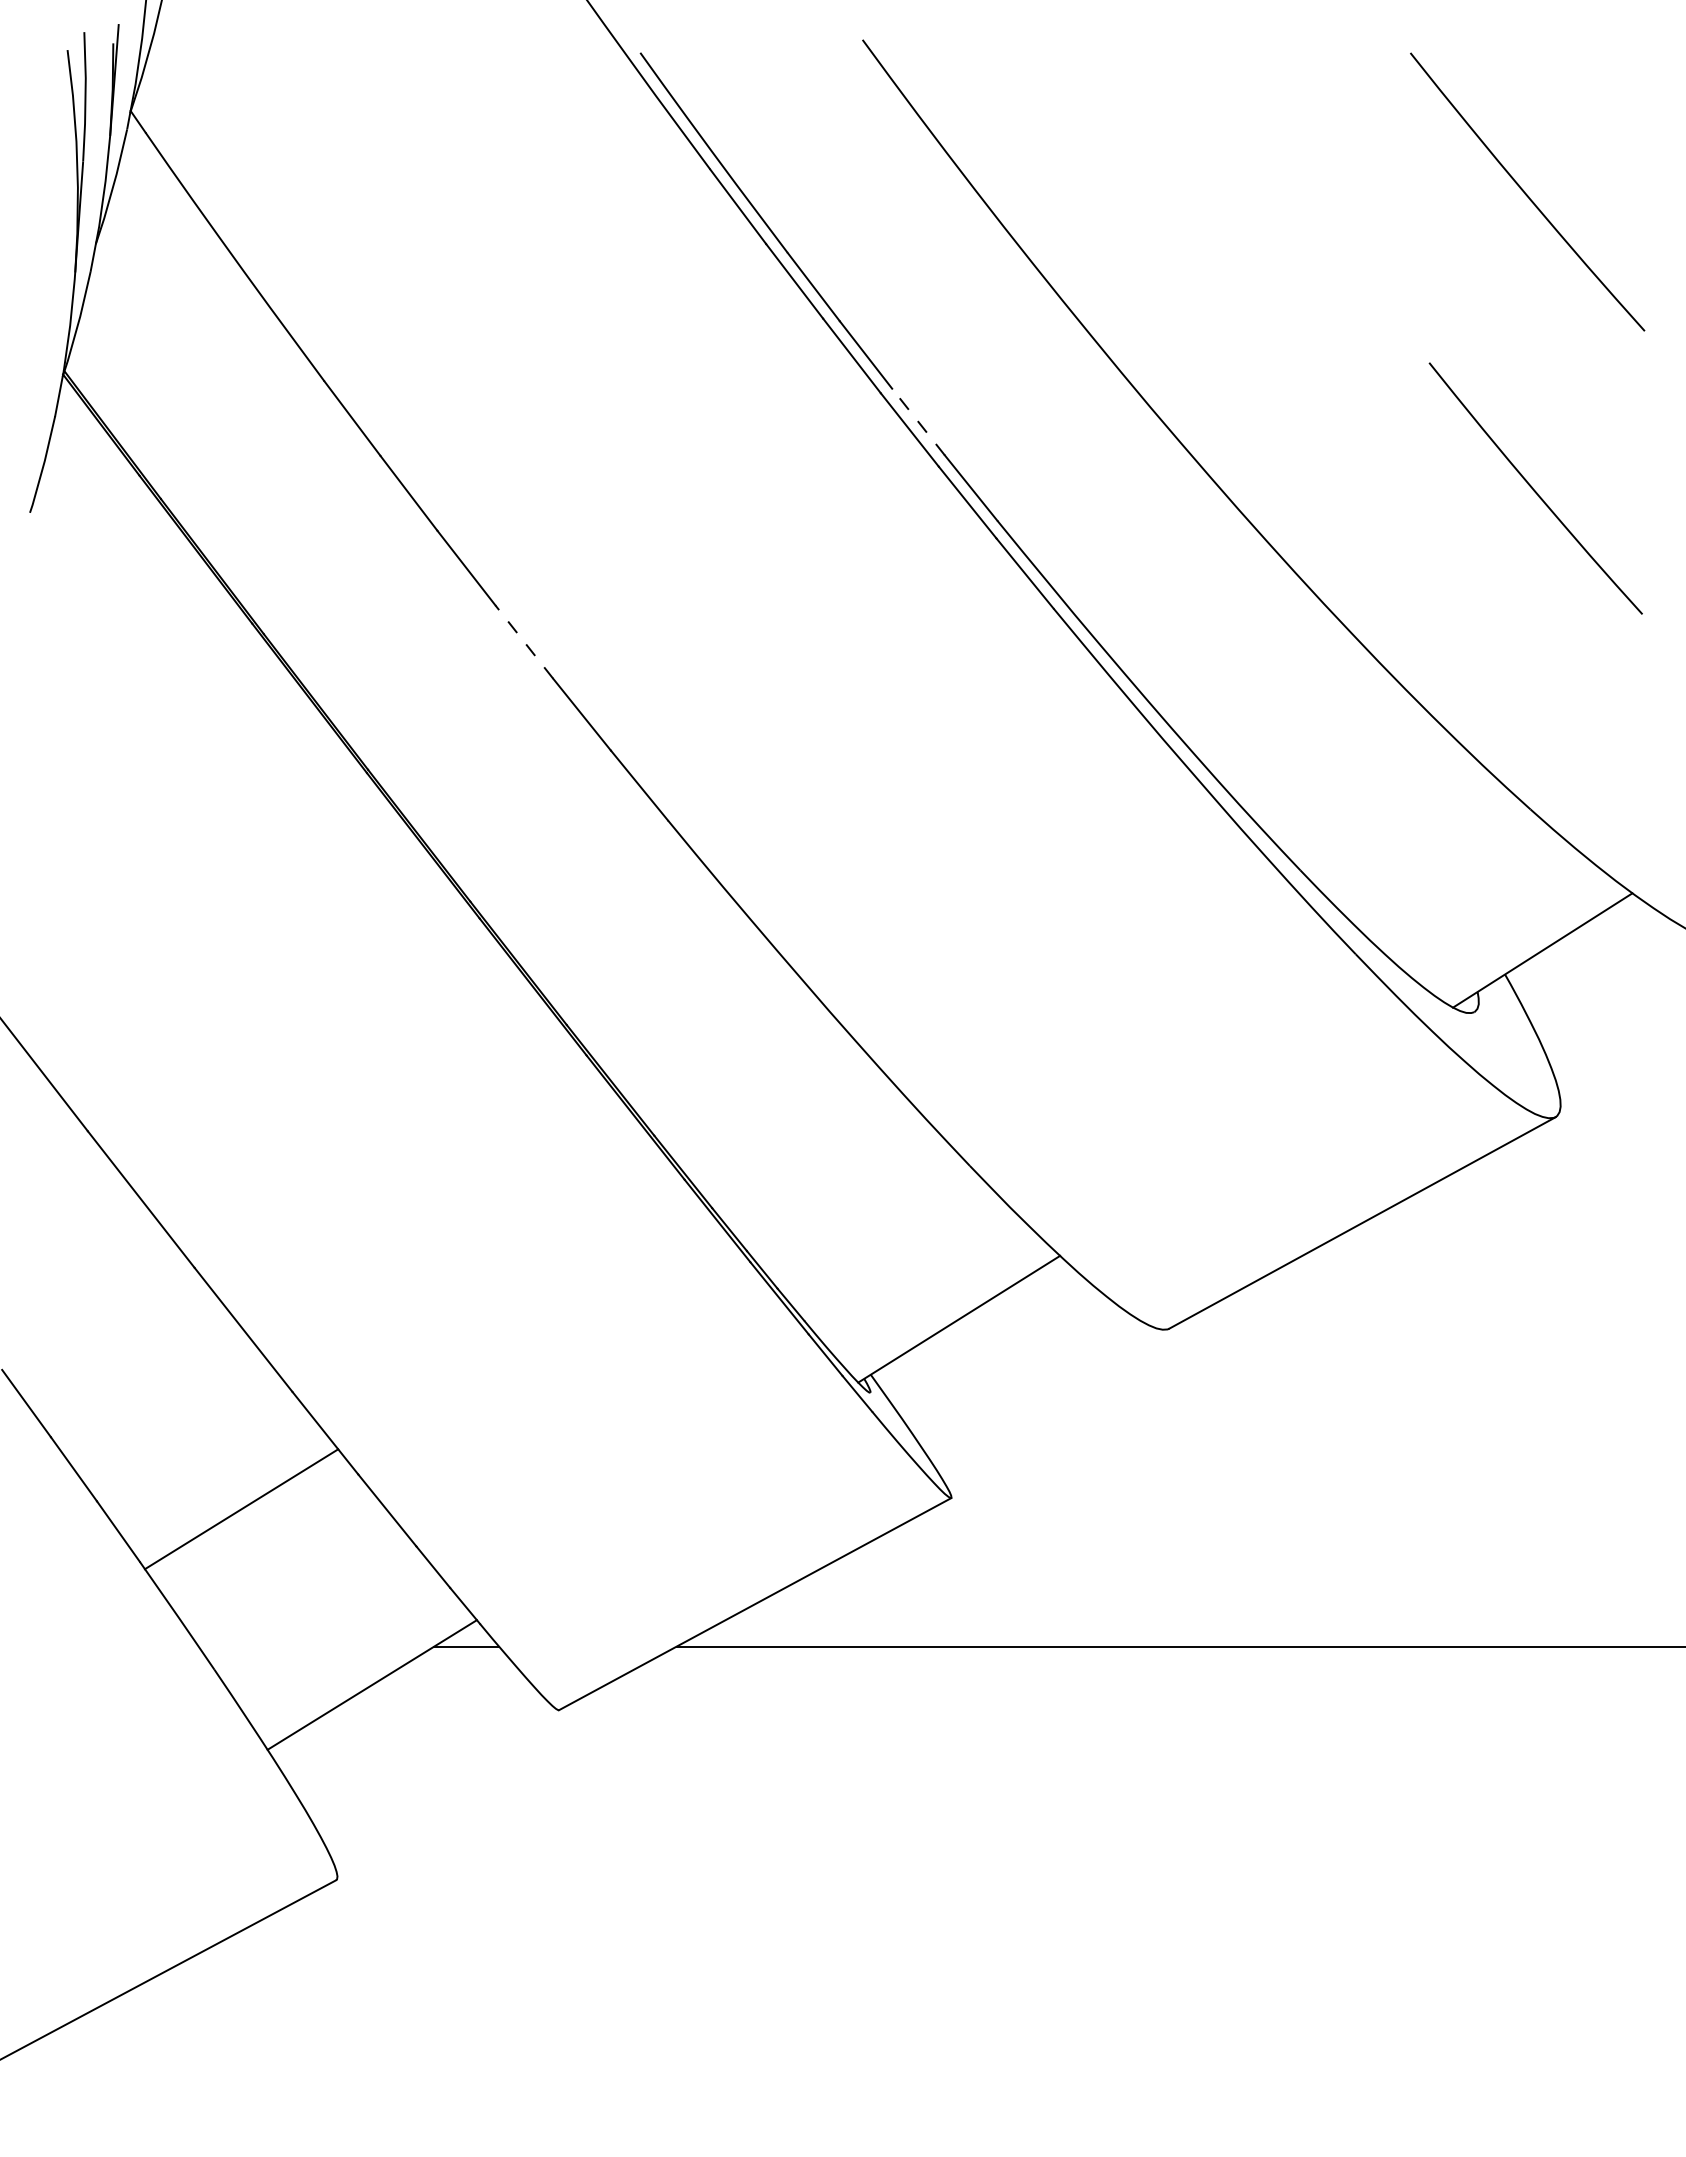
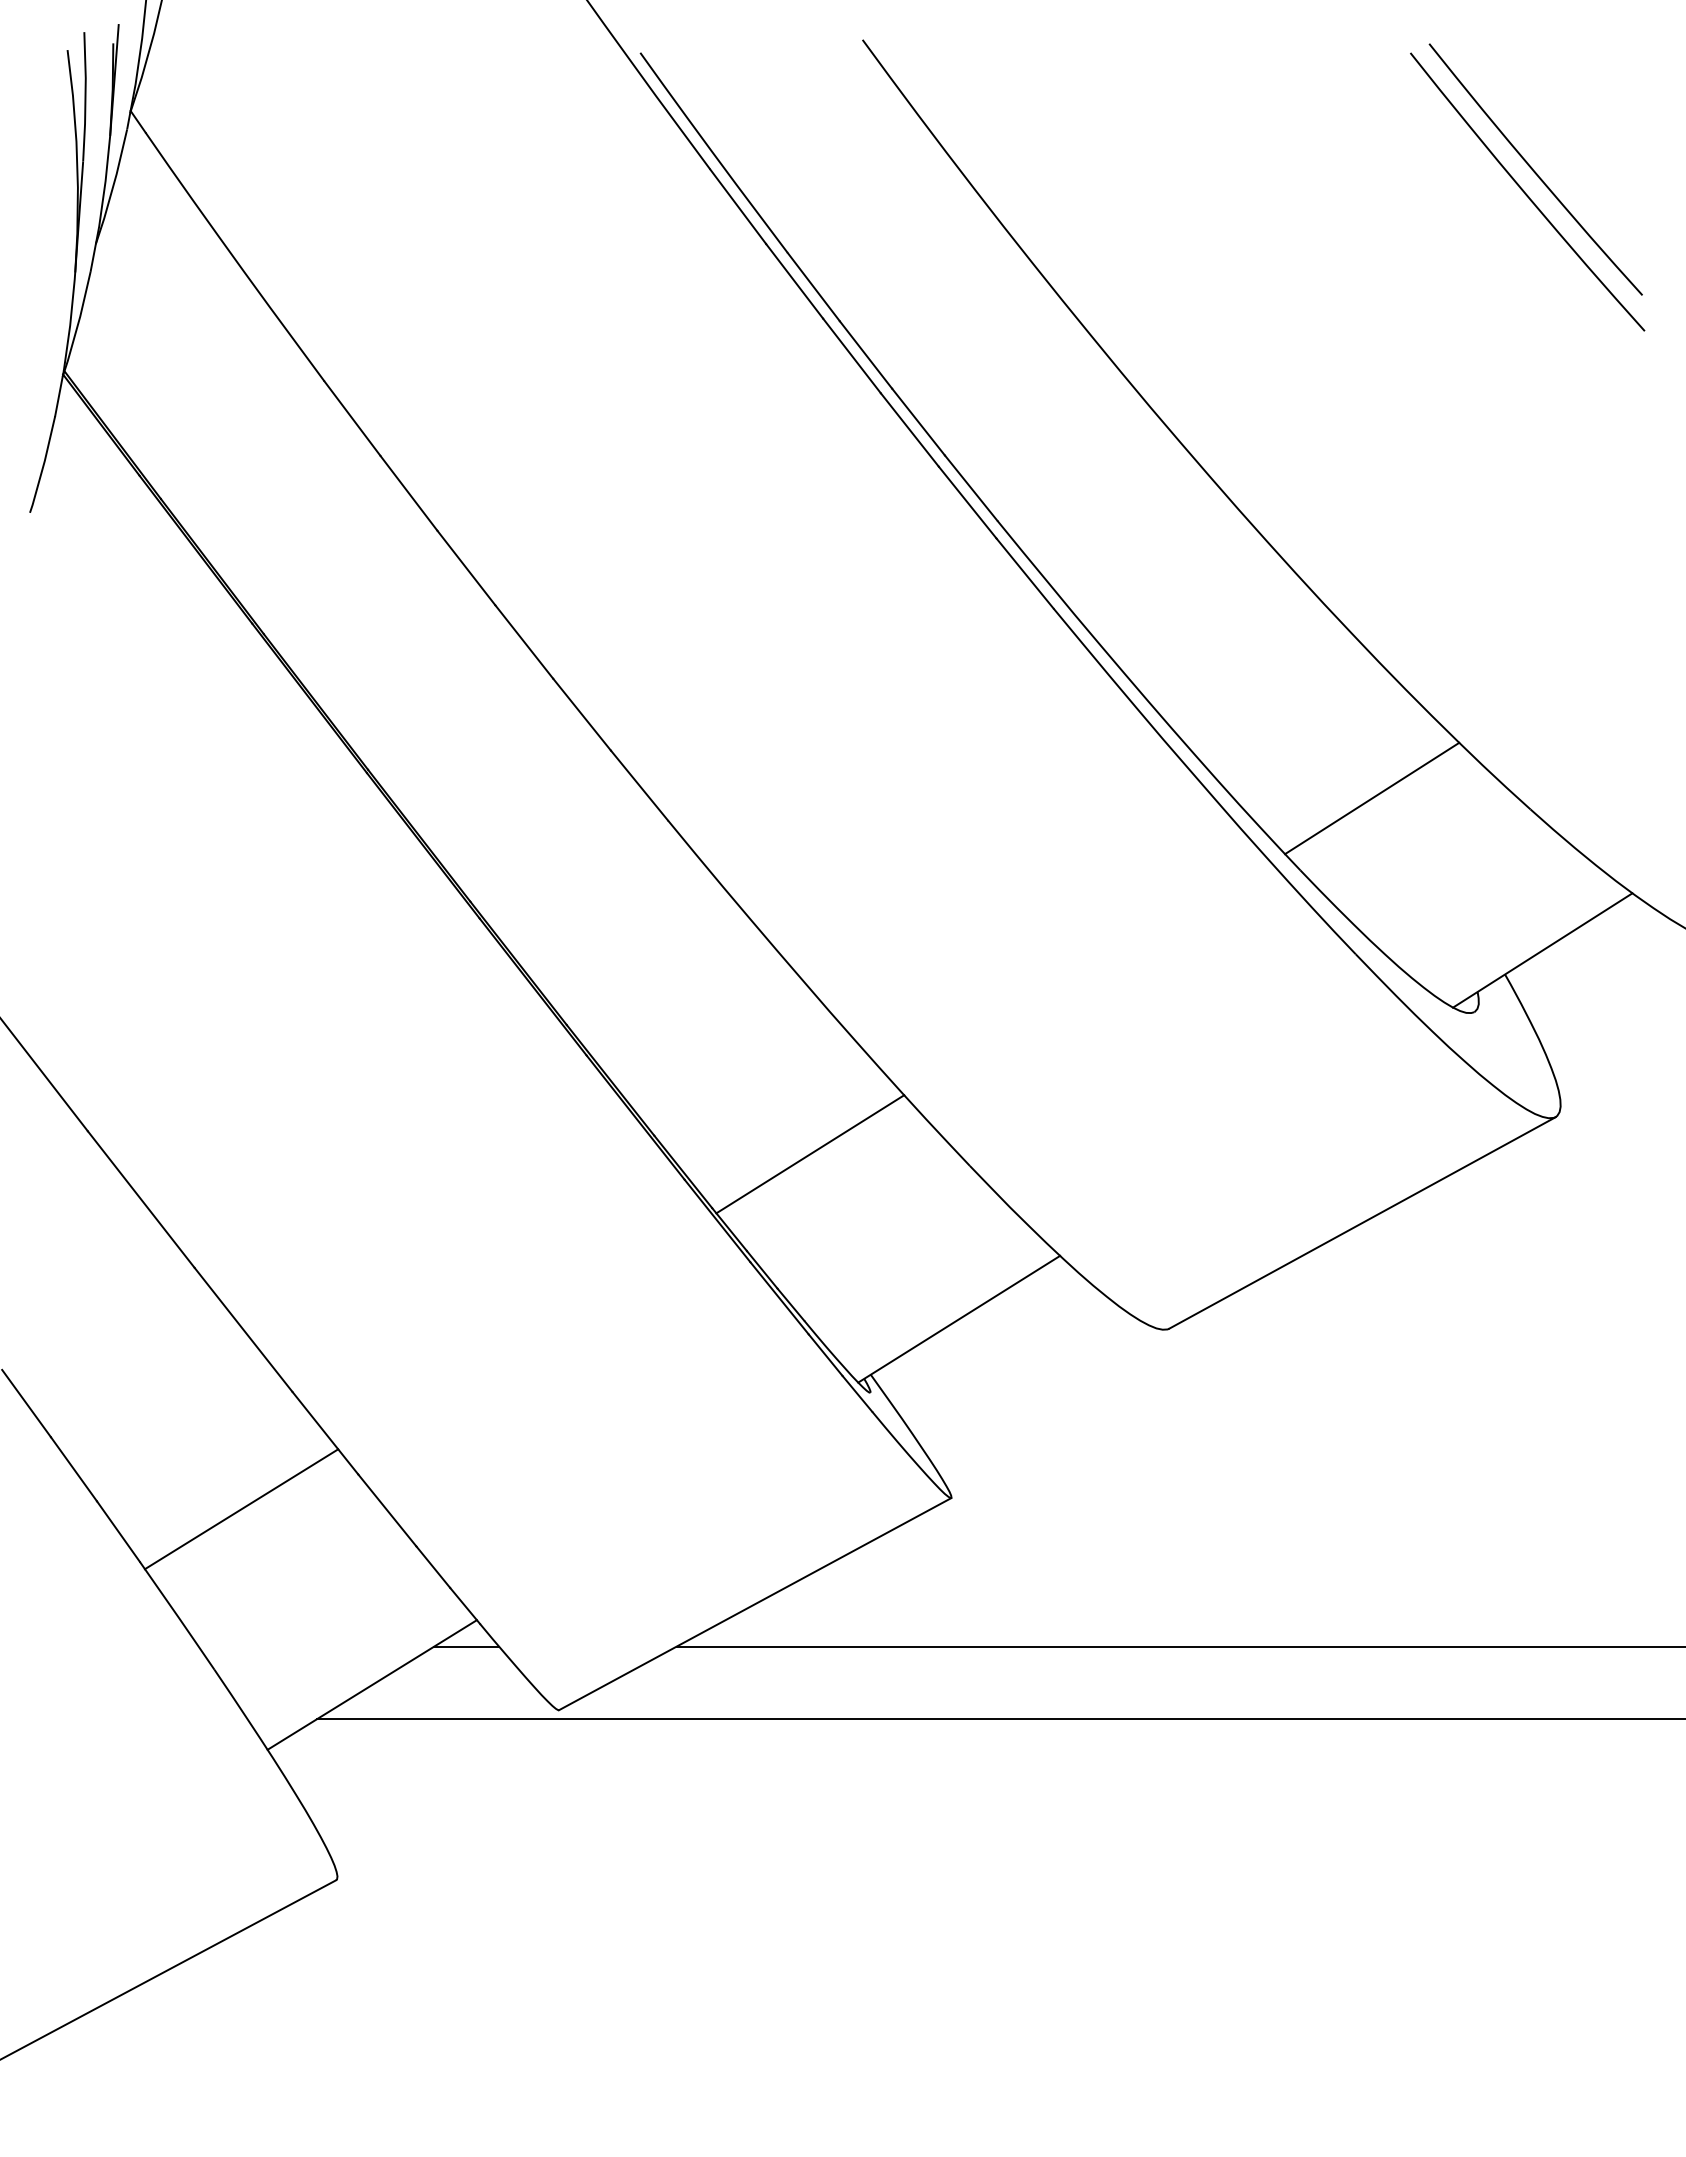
line at (918, 422): dashed -> solid
curve at (1534, 489) position: (1534, 489) -> (1534, 170)
line at (524, 642): dashed -> solid
line at (1372, 798): none -> present
line at (810, 1154): none -> present
line at (999, 1719): none -> present
